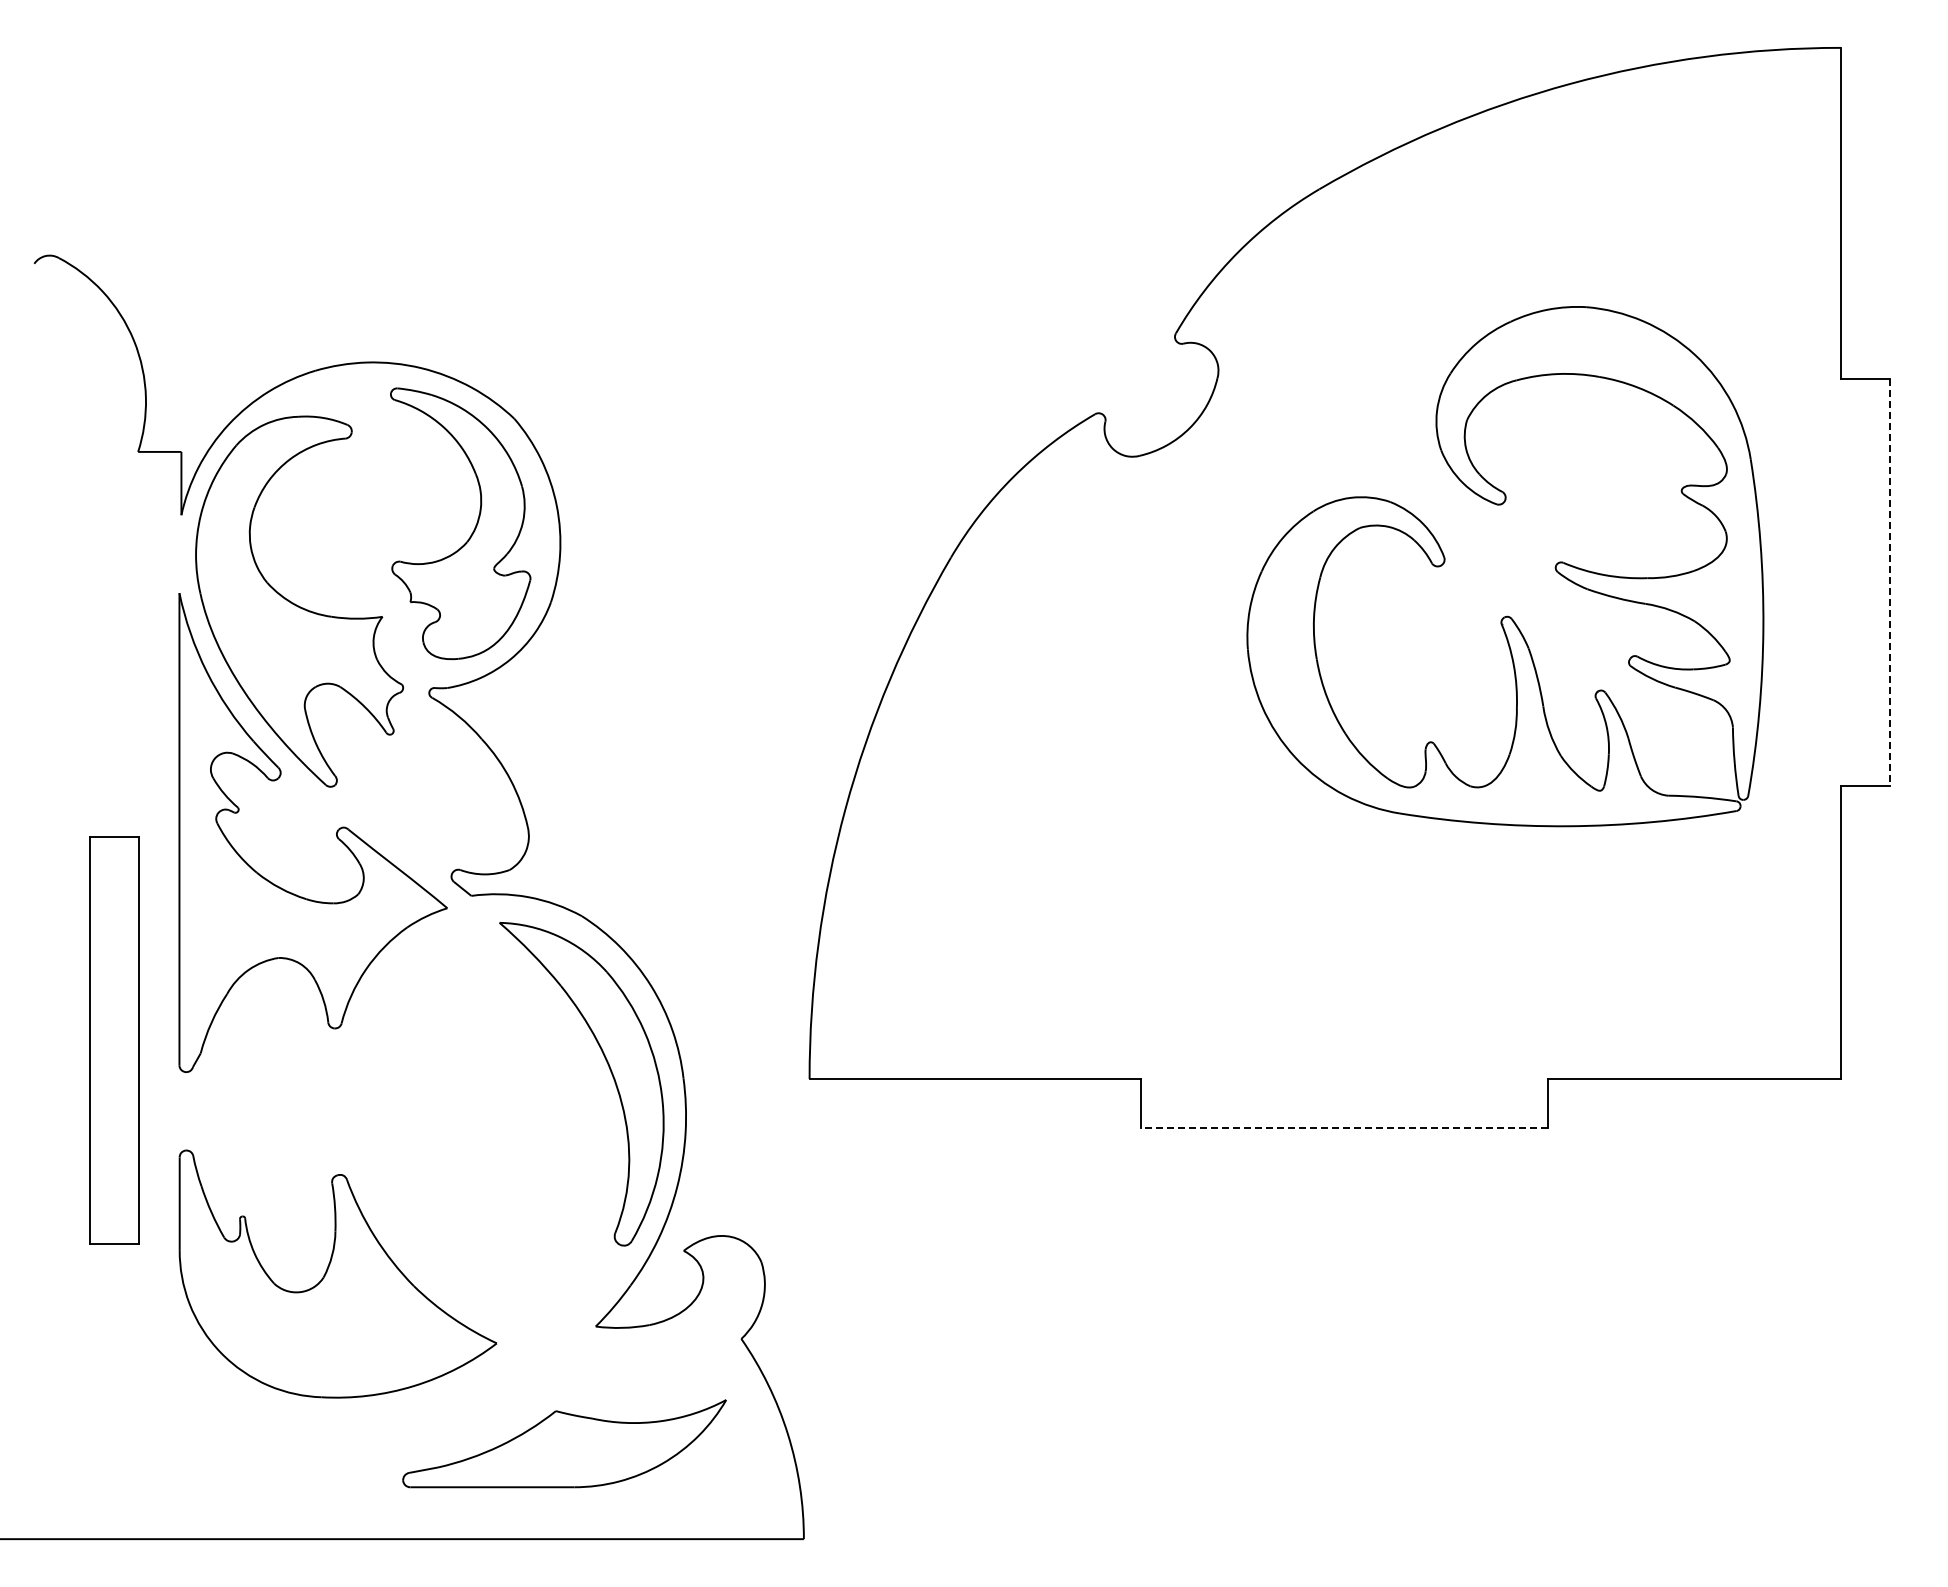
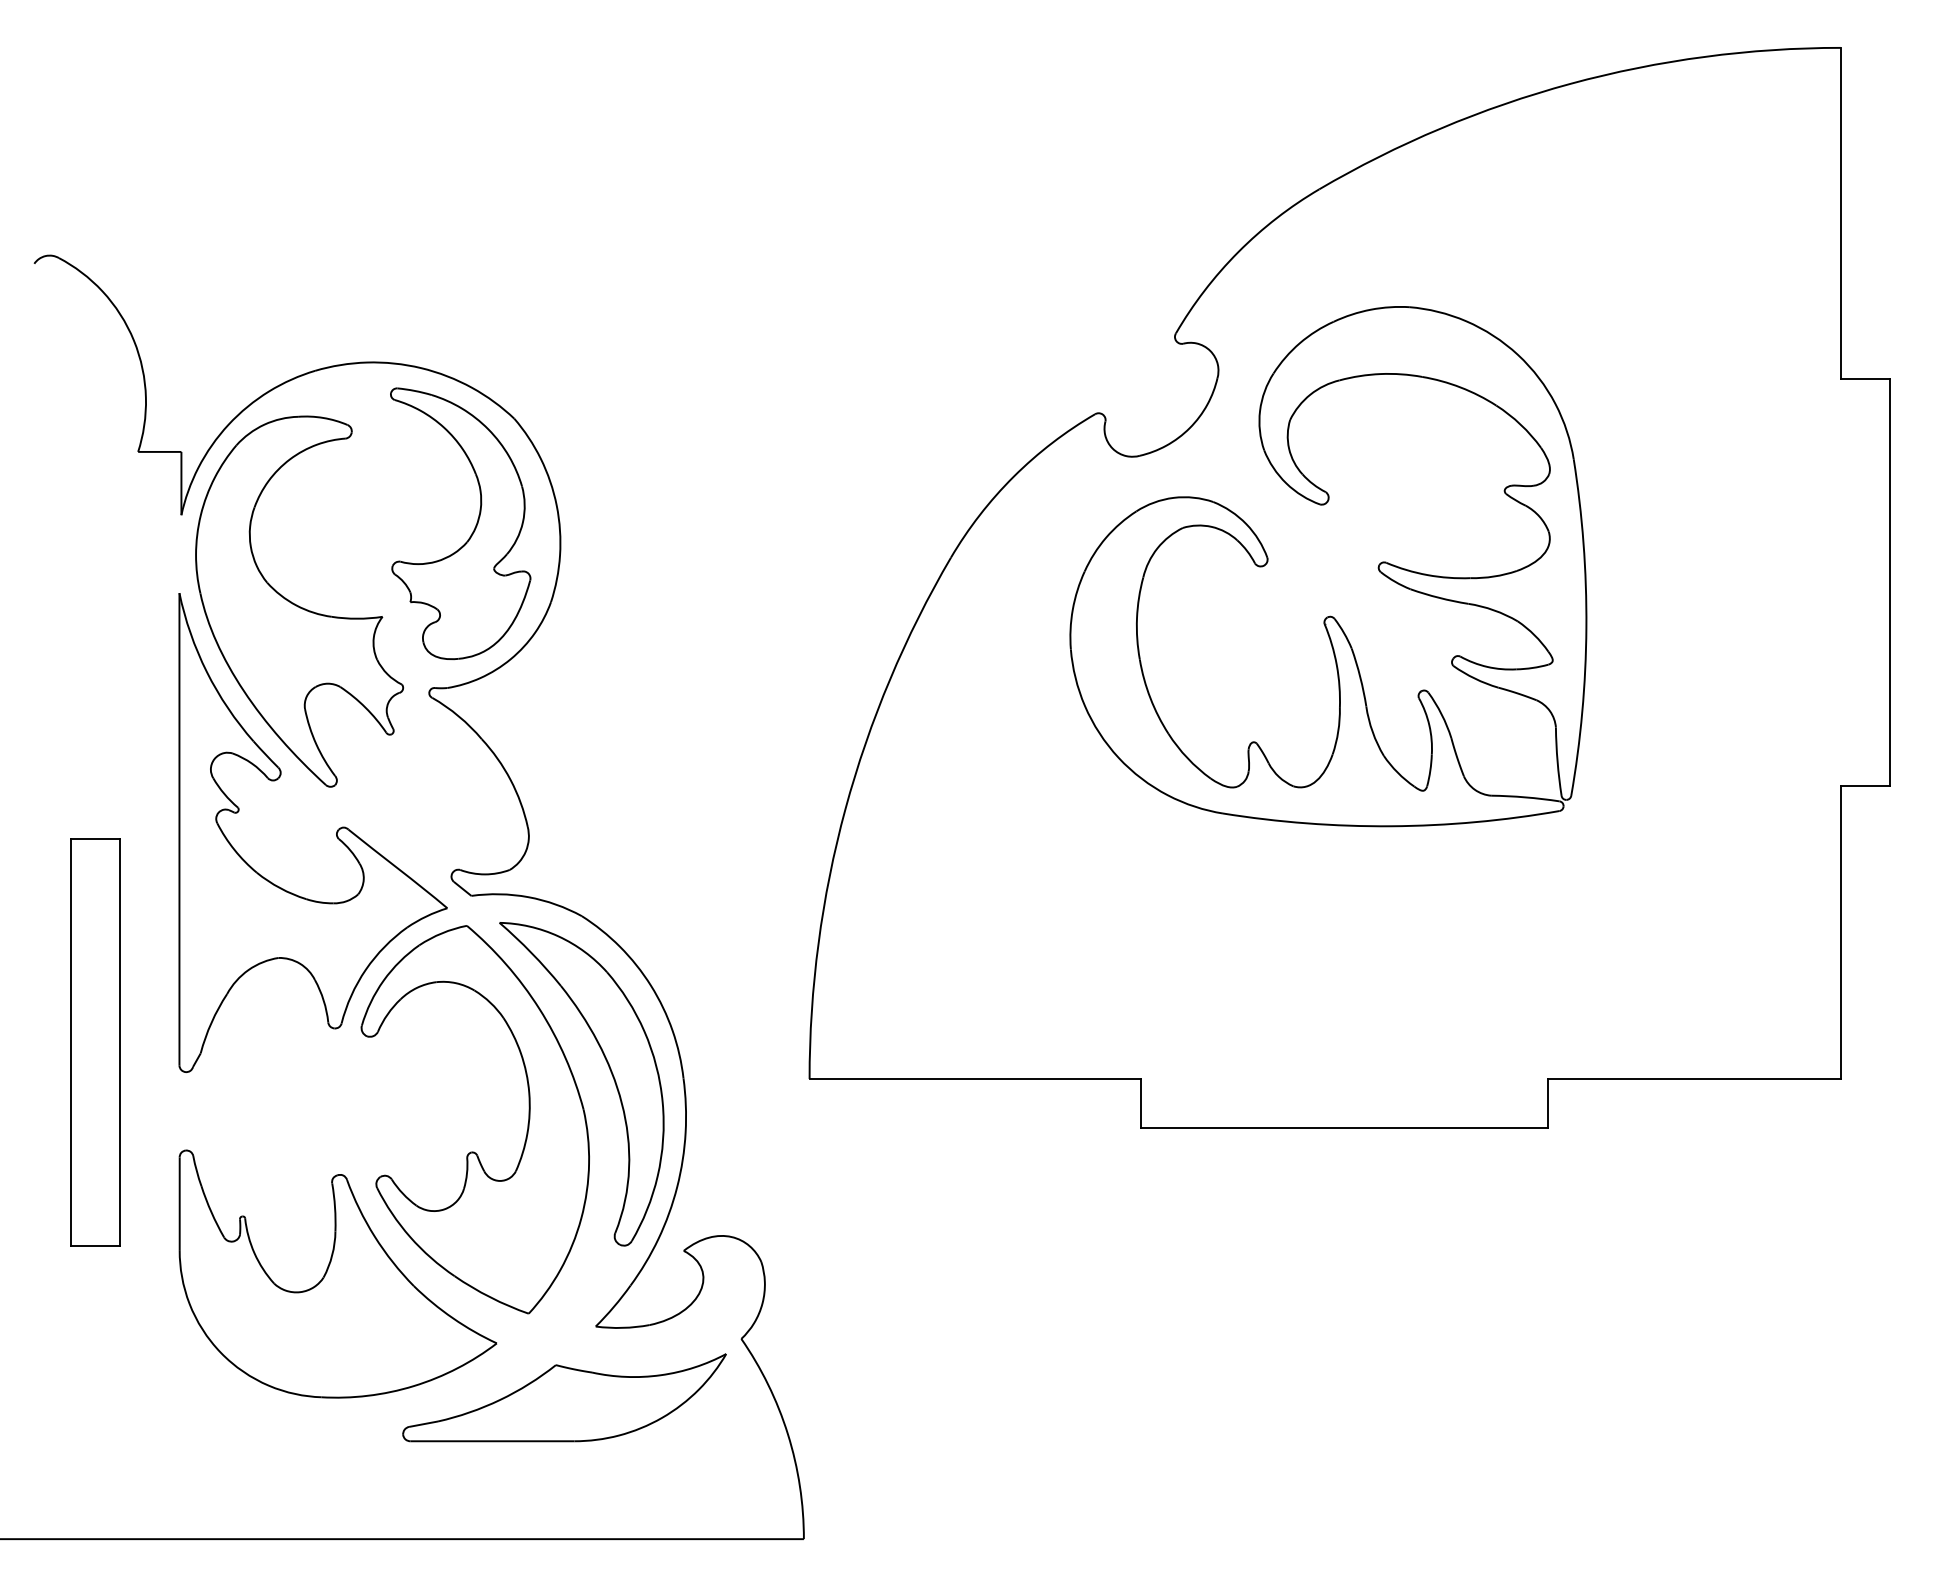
part at (1554, 567) position: (1554, 567) -> (1377, 567)
line at (1889, 582): dashed -> solid
part at (114, 1040) position: (114, 1040) -> (95, 1042)
line at (1344, 1127): dashed -> solid
part at (474, 1151): none -> present
part at (564, 1443) position: (564, 1443) -> (564, 1397)
